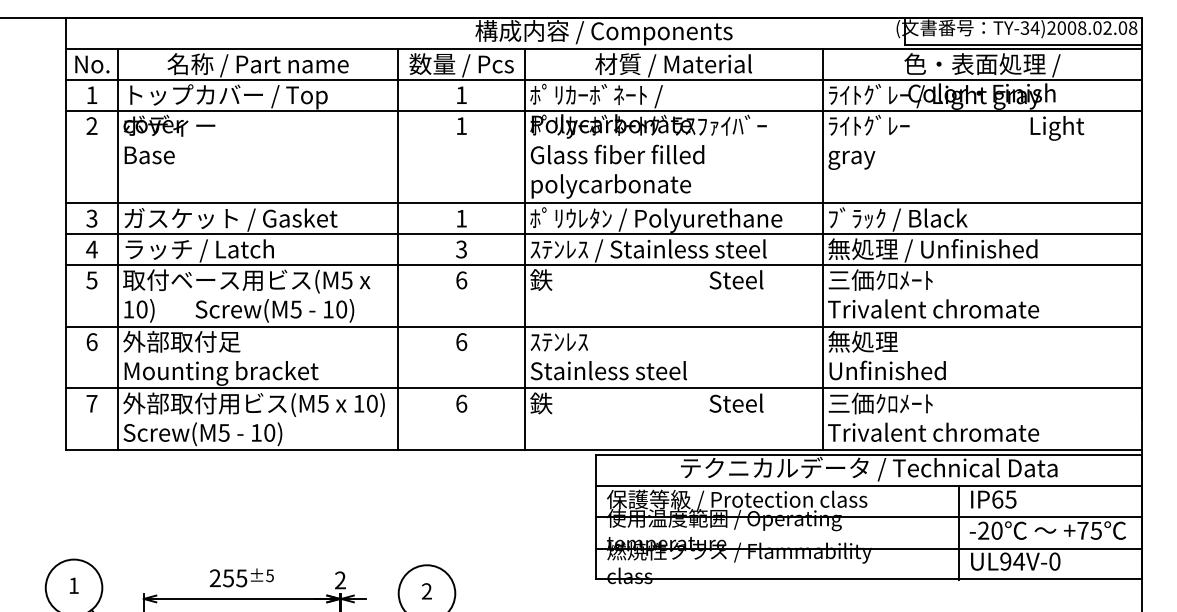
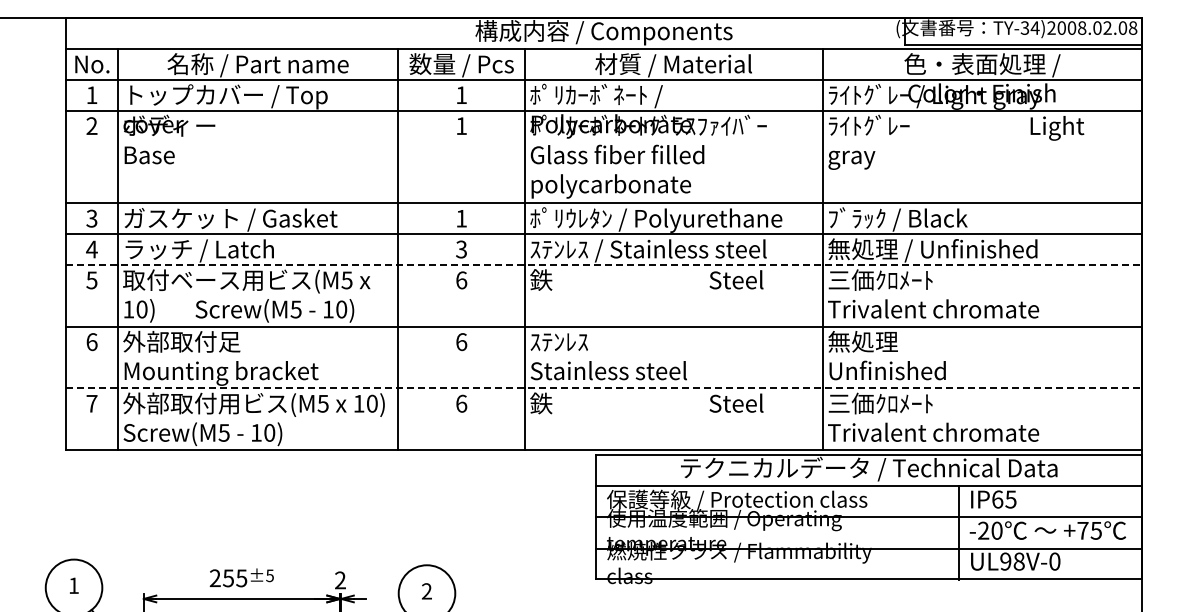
line at (604, 264): solid -> dashed
line at (604, 388): solid -> dashed
text at (1019, 561): UL94V-0 -> UL98V-0
